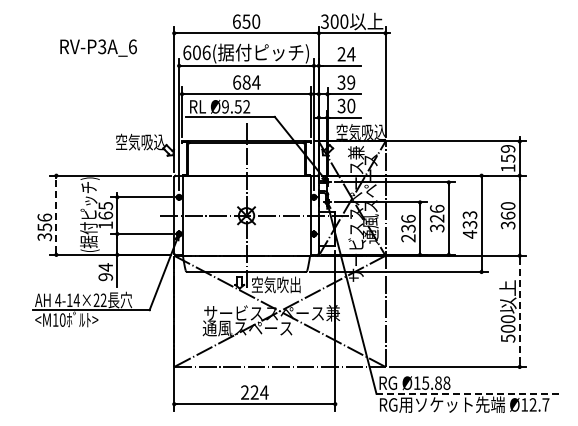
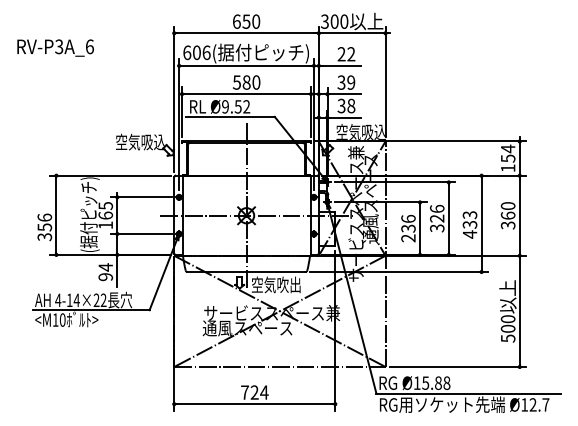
text at (98, 47) position: (98, 47) -> (55, 47)
text at (351, 54): 24 -> 22
text at (246, 82): 684 -> 580
text at (351, 105): 30 -> 38
text at (507, 148): 159 -> 154
line at (56, 214): dashed -> solid
line at (519, 311): dashed -> solid
text at (244, 392): 224 -> 724
line at (469, 393): dashed -> solid
